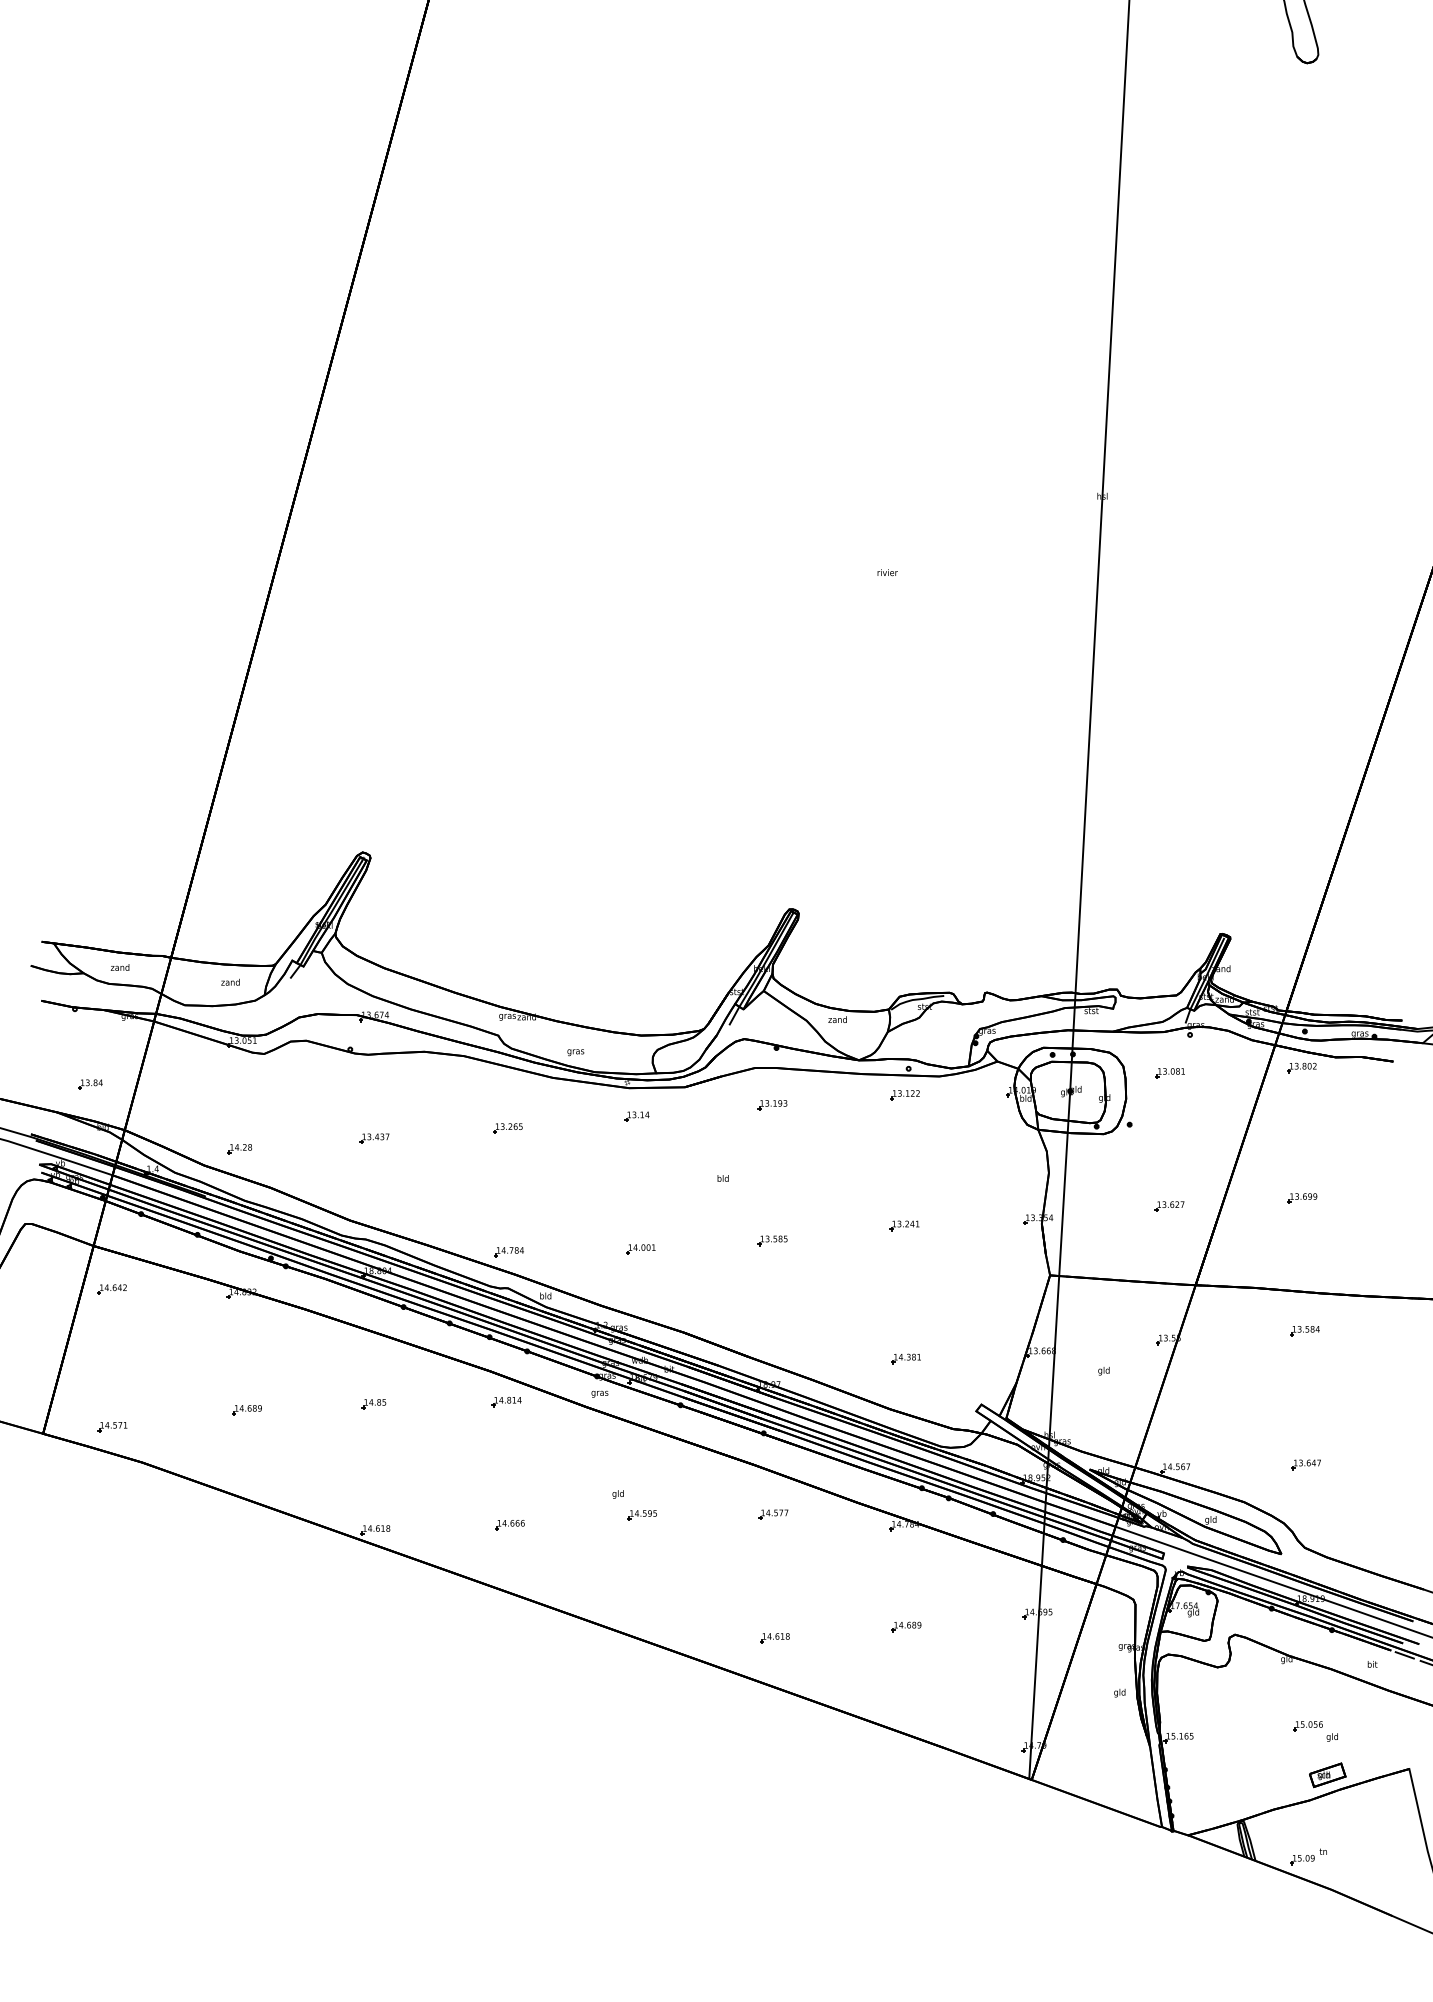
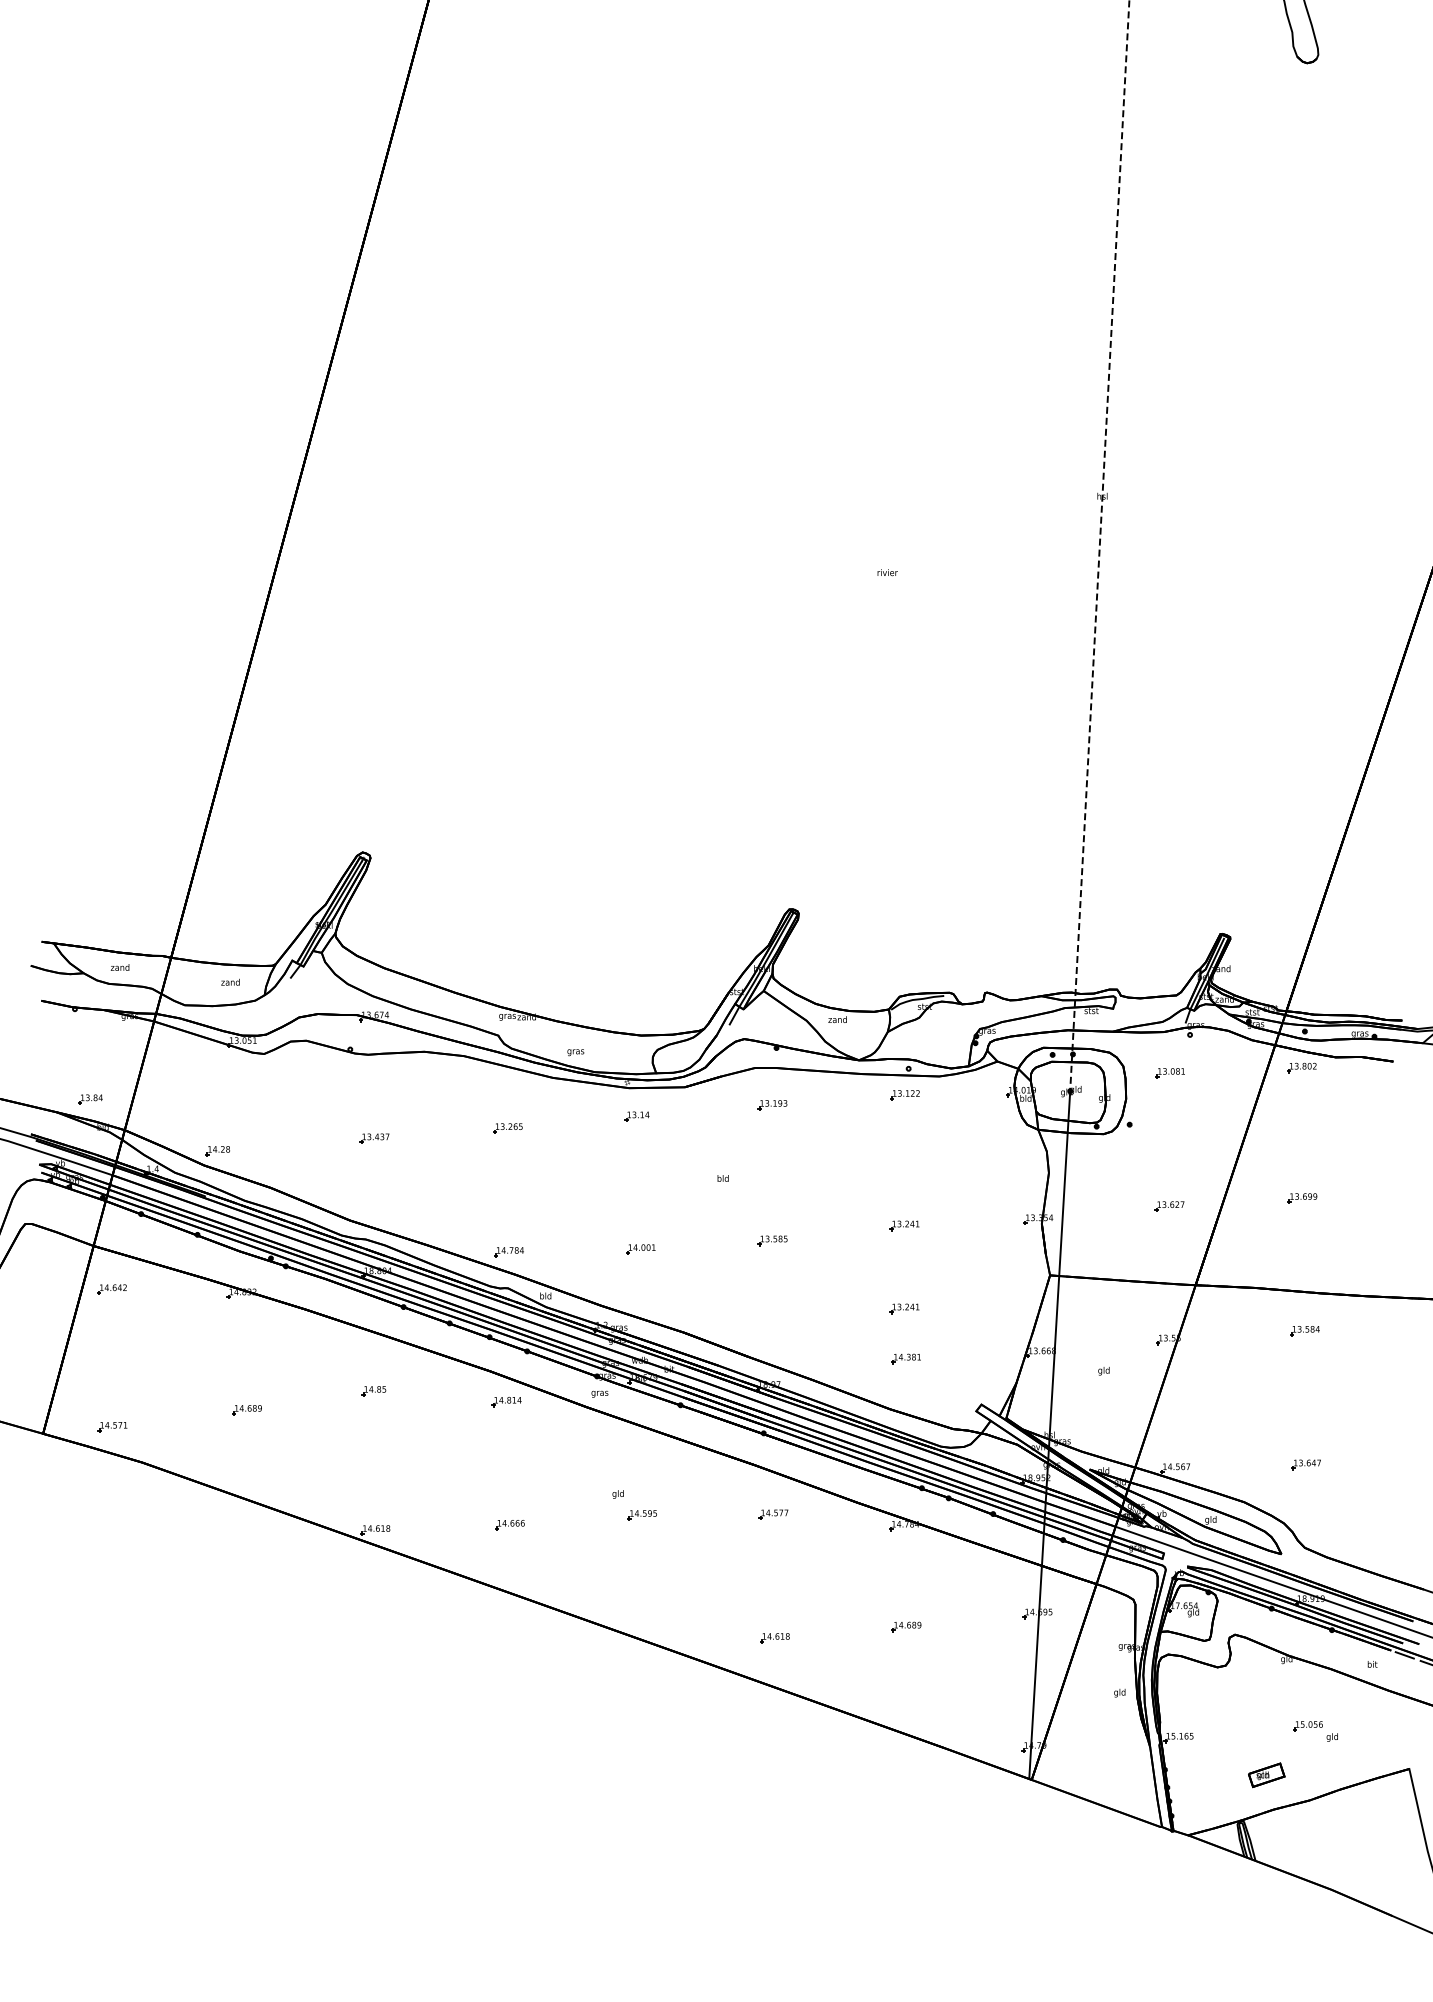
line at (1099, 546): solid -> dashed
part at (90, 1084) position: (90, 1084) -> (90, 1099)
part at (239, 1149) position: (239, 1149) -> (217, 1151)
part at (904, 1308): none -> present
part at (373, 1404) position: (373, 1404) -> (373, 1391)
part at (1327, 1775) position: (1327, 1775) -> (1266, 1775)
part at (1308, 1856): present -> none
